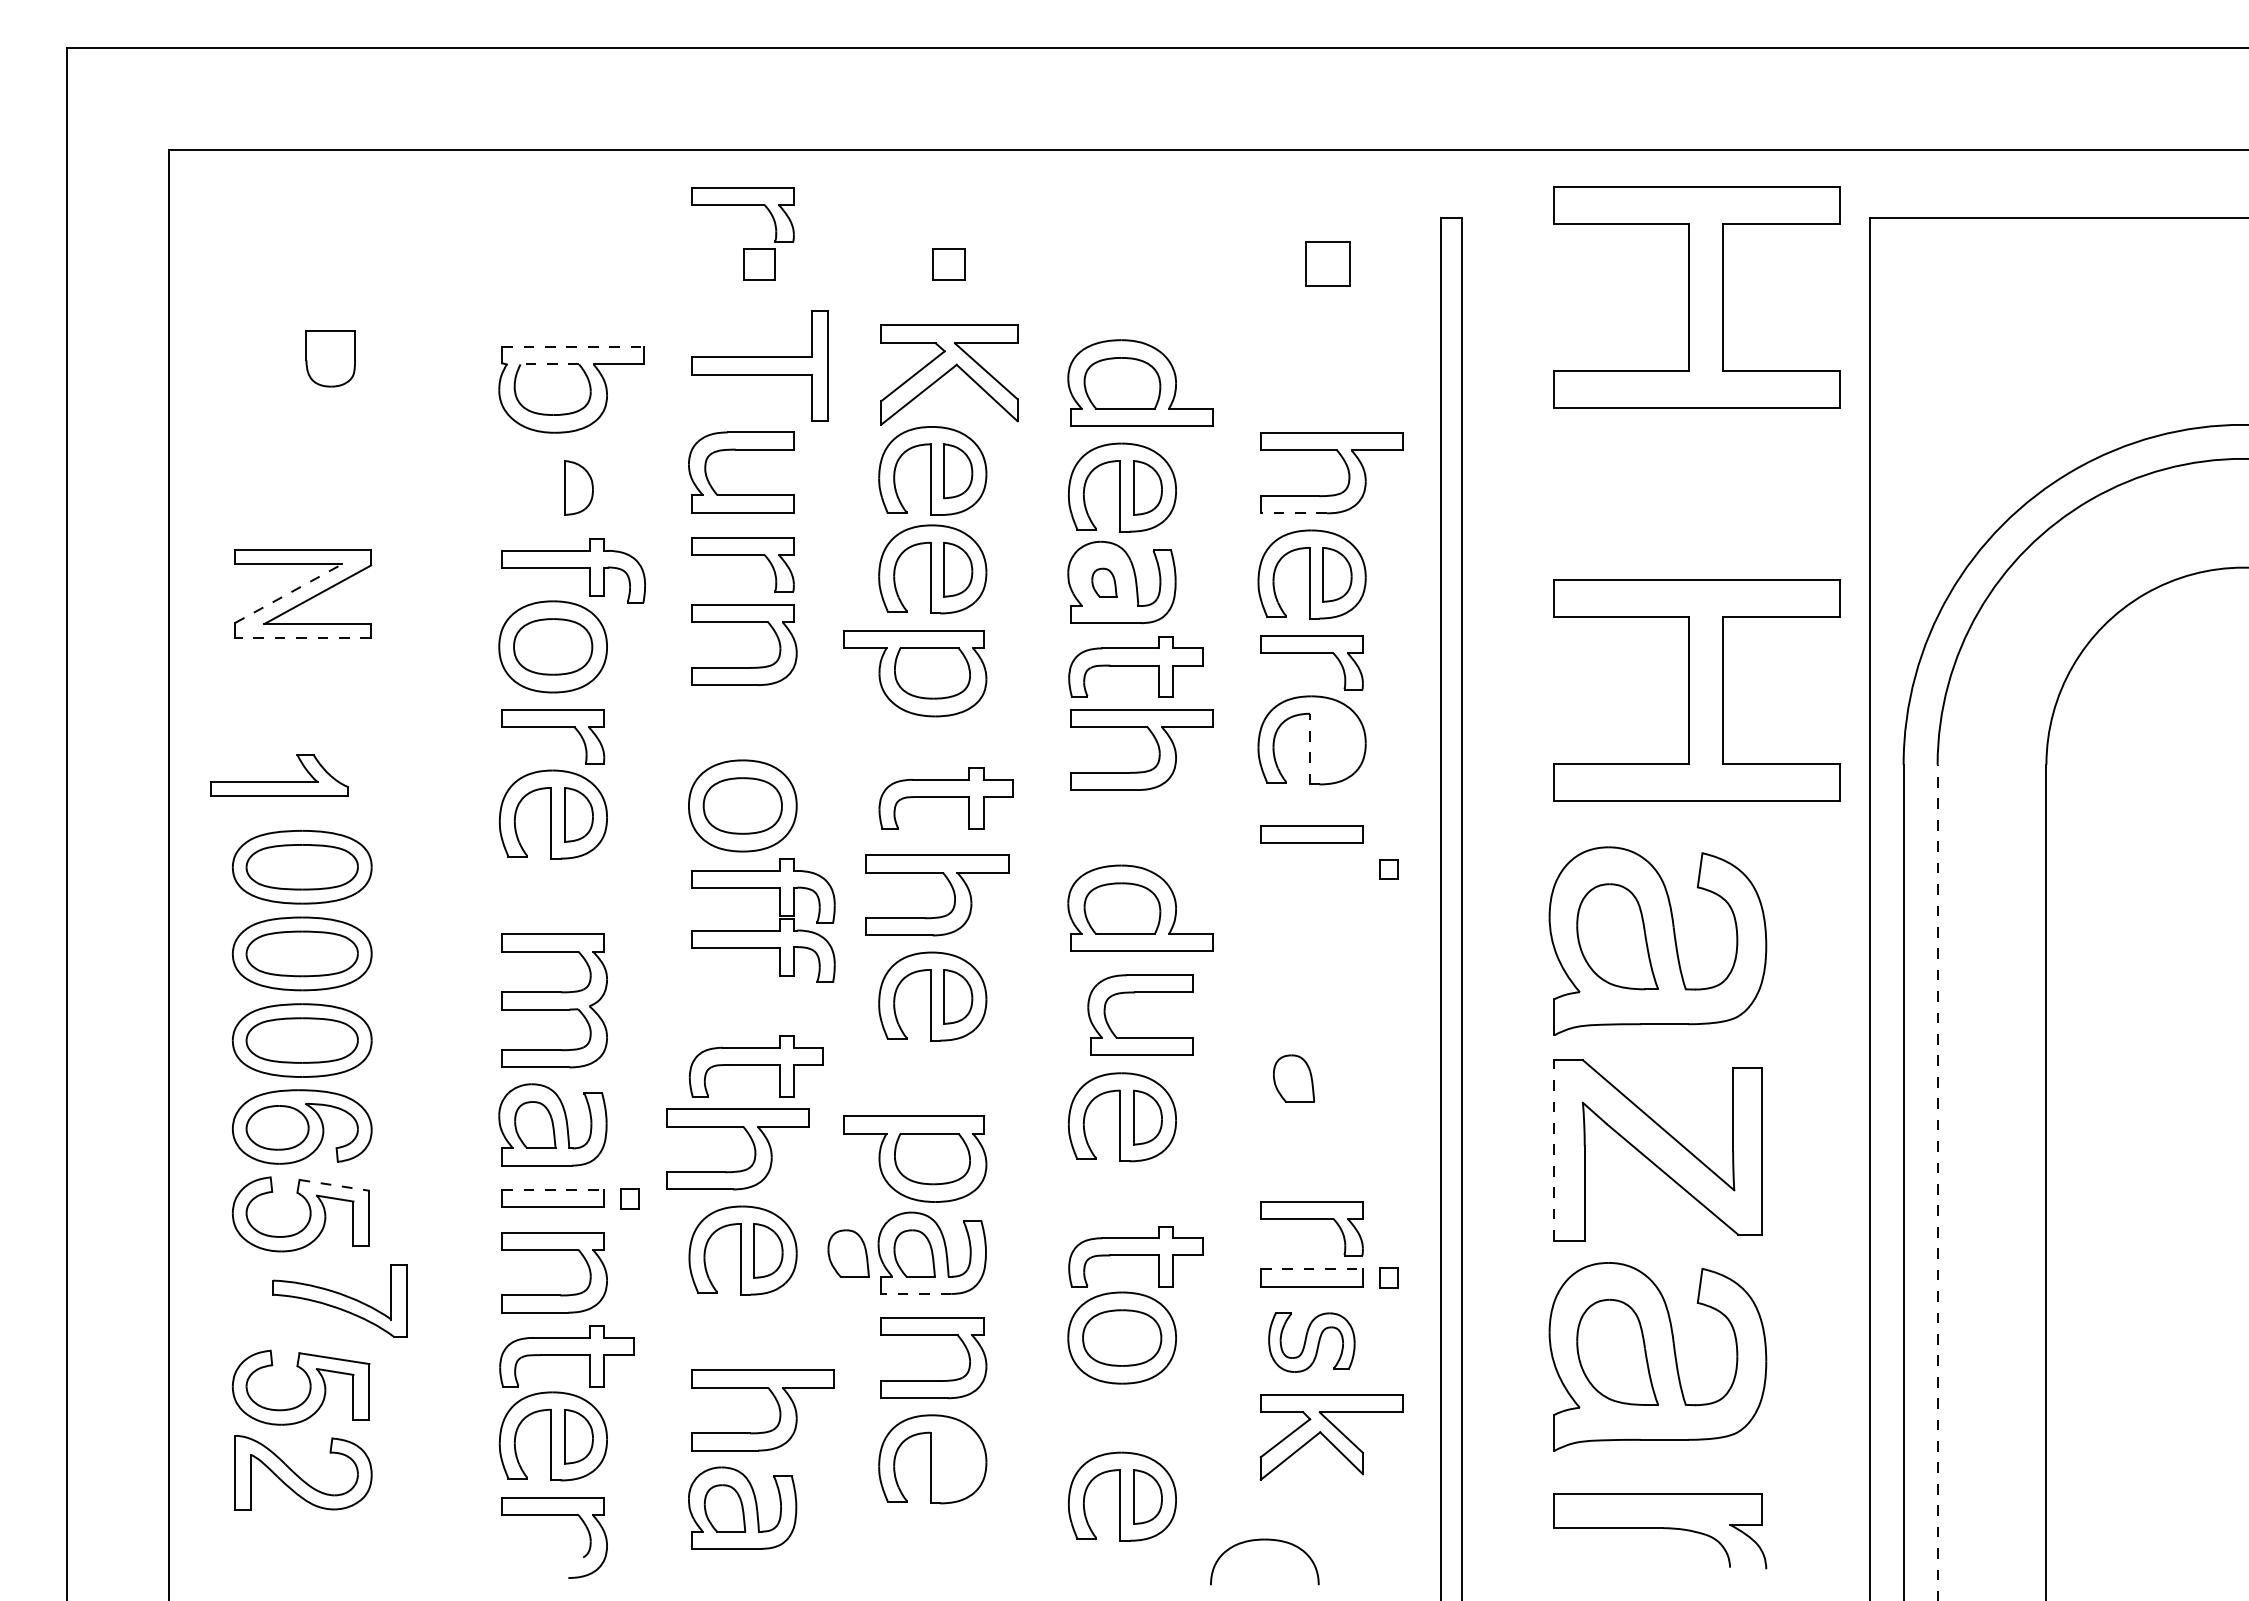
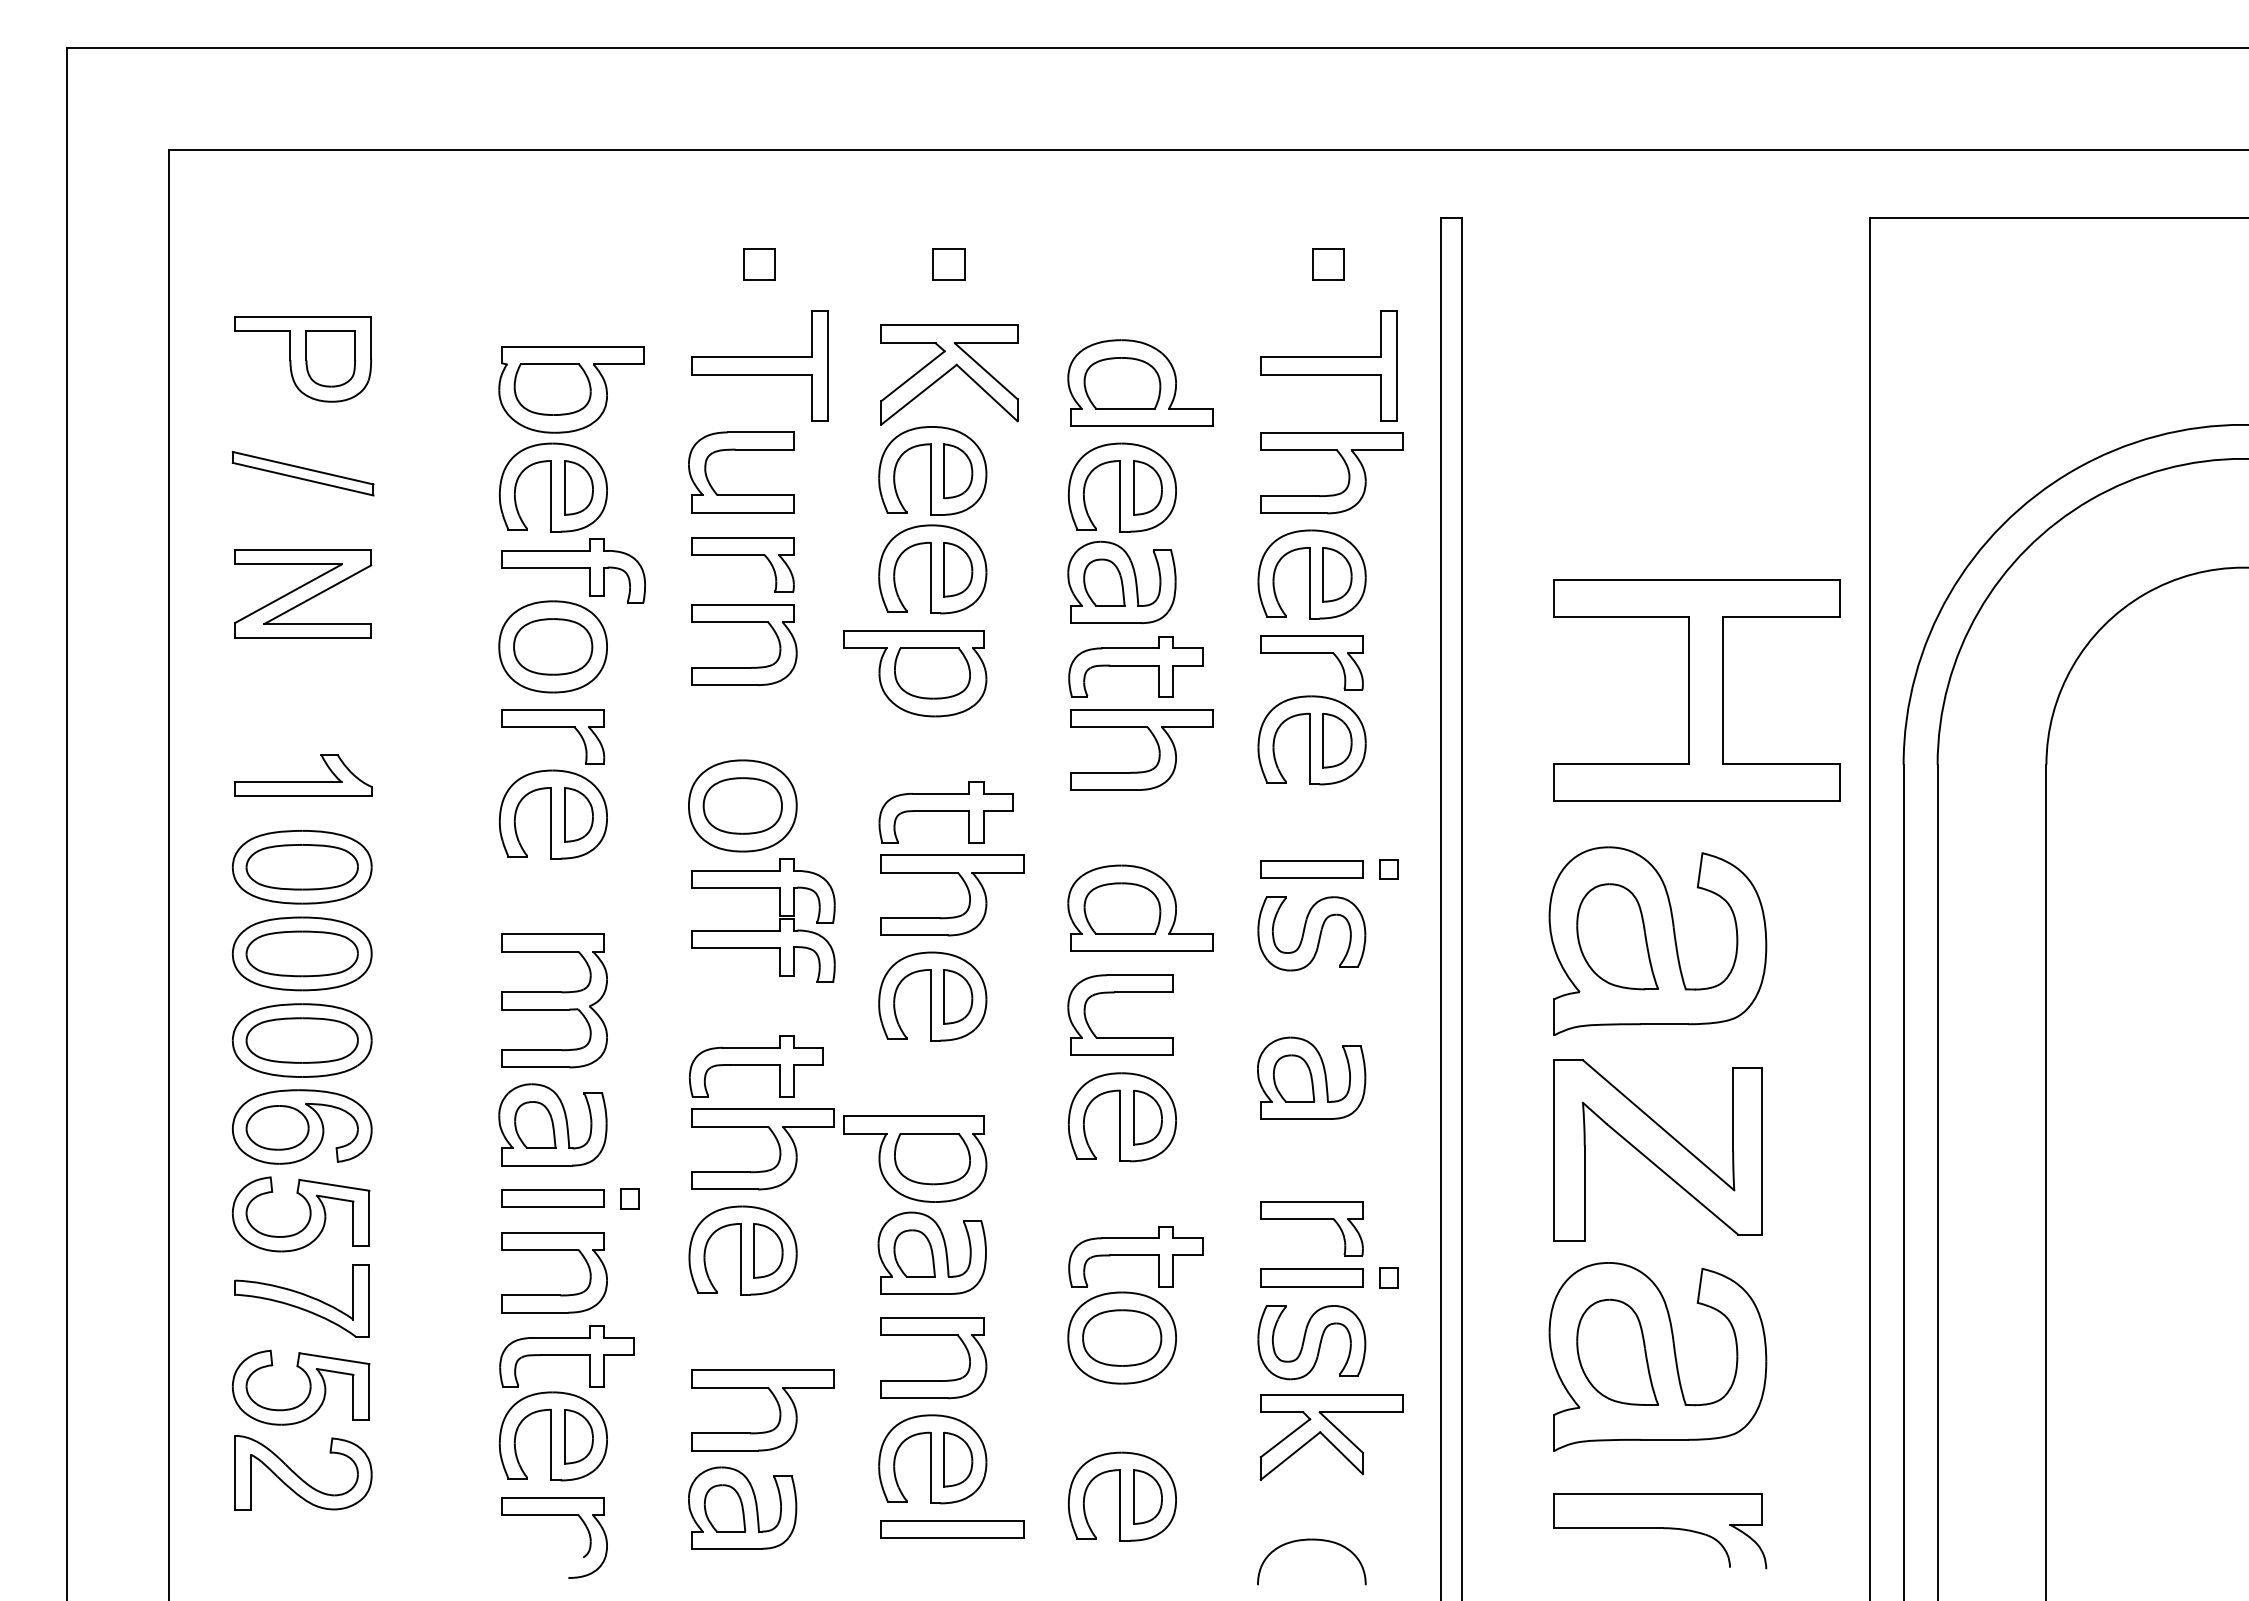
part at (742, 205): present -> none
part at (1327, 263) size: 46x46 px -> 33x33 px
part at (1696, 297): present -> none
line at (573, 347): dashed -> solid
part at (303, 359): none -> present
line at (549, 364): dashed -> solid
part at (1328, 365): none -> present
part at (302, 473): none -> present
part at (552, 487): none -> present
line at (1293, 513): dashed -> solid
part at (1104, 582) size: 27x31 px -> 43x49 px
line at (288, 593): dashed -> solid
line at (302, 638): dashed -> solid
part at (1337, 740): none -> present
line at (1310, 748): dashed -> solid
part at (279, 775) position: (279, 775) -> (303, 775)
part at (945, 798) position: (945, 798) -> (945, 812)
part at (1311, 834) position: (1311, 834) -> (1311, 869)
part at (952, 890) position: (952, 890) -> (967, 890)
part at (1311, 933): none -> present
part at (1134, 993) position: (1134, 993) -> (1114, 993)
part at (1311, 1077): none -> present
part at (751, 1141) position: (751, 1141) -> (776, 1141)
line at (1554, 1150): dashed -> solid
line at (1937, 1182): dashed -> solid
line at (334, 1185): dashed -> solid
line at (553, 1190): dashed -> solid
part at (848, 1253): present -> none
line at (1312, 1269): dashed -> solid
line at (916, 1293): dashed -> solid
part at (339, 1300) position: (339, 1300) -> (301, 1300)
part at (1311, 1342) size: 88x61 px -> 110x76 px
part at (958, 1459): none -> present
part at (952, 1529): none -> present
part at (1264, 1540) position: (1264, 1540) -> (1311, 1540)
